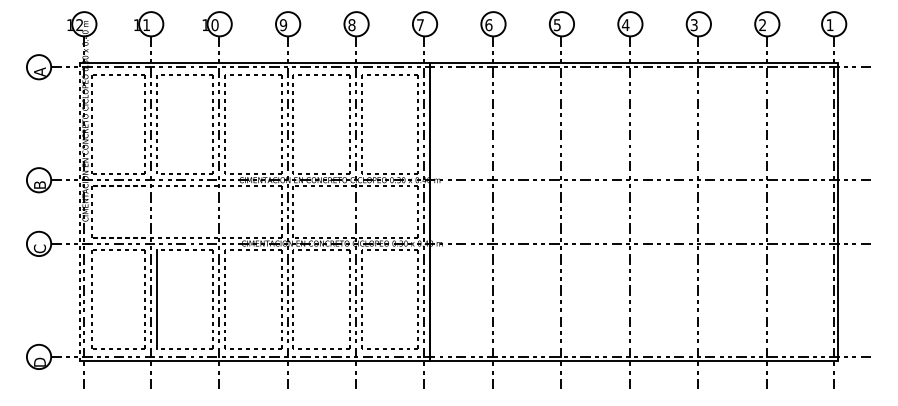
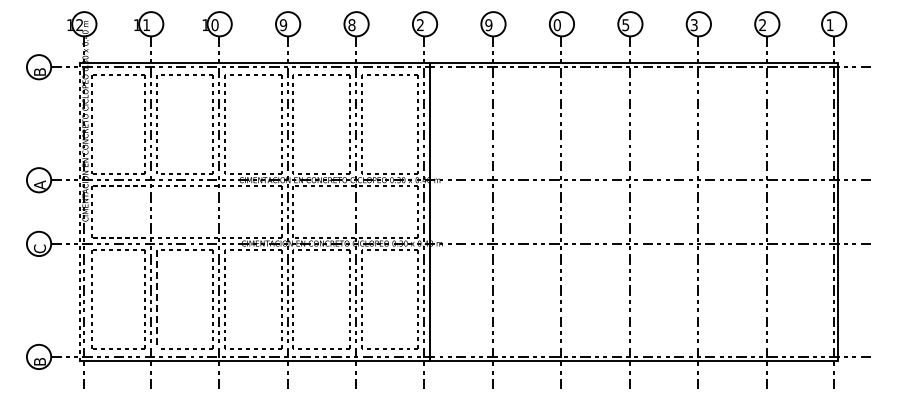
text at (419, 24): 7 -> 2
text at (488, 25): 6 -> 9
text at (556, 25): 5 -> 0
text at (625, 25): 4 -> 5
text at (39, 71): A -> B
text at (39, 184): B -> A
line at (156, 299): solid -> dashed
text at (39, 361): D -> B
